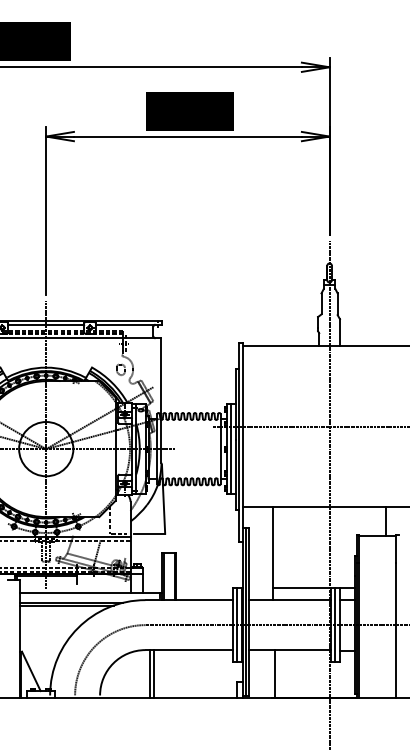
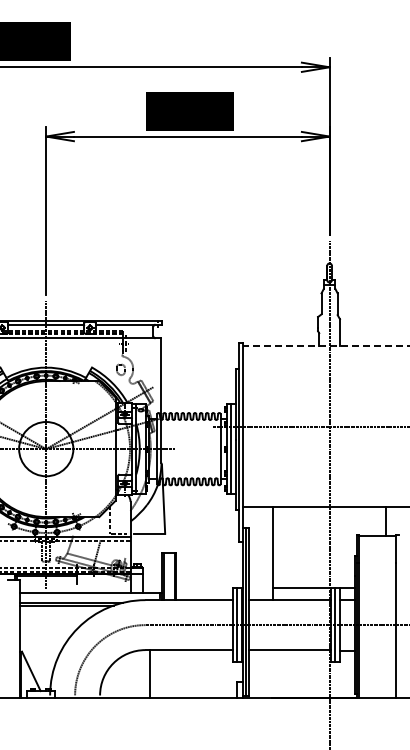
line at (325, 345): solid -> dashed
line at (153, 673): present -> none
line at (275, 673): present -> none
